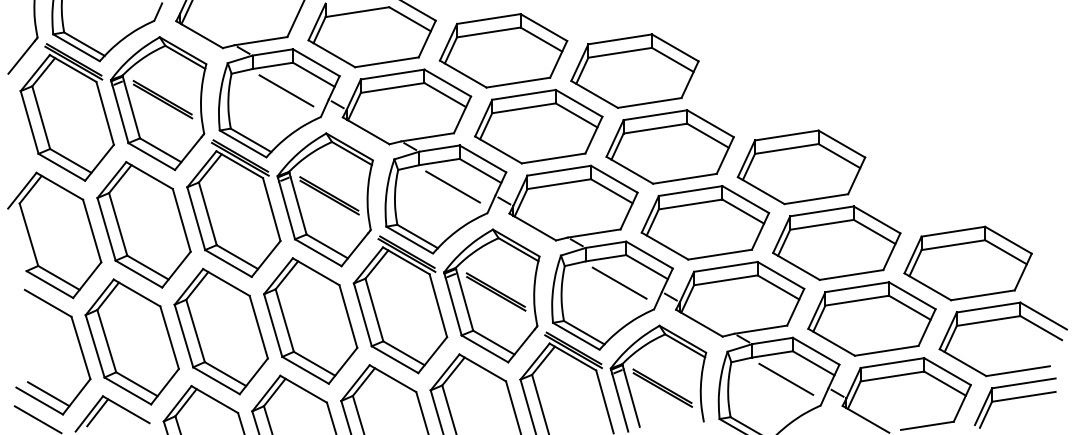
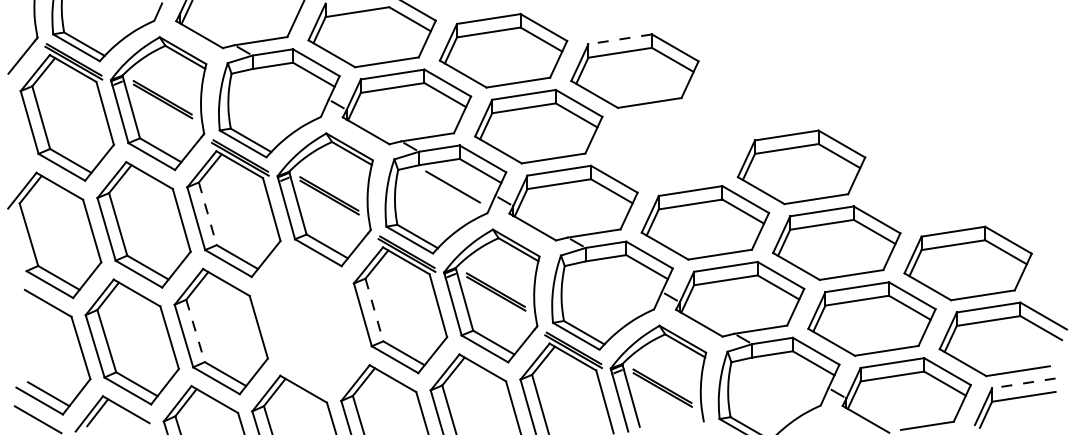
line at (619, 39): solid -> dashed
line at (286, 90): present -> none
part at (669, 146): present -> none
line at (207, 213): solid -> dashed
line at (619, 283): present -> none
line at (374, 310): solid -> dashed
part at (310, 320): present -> none
line at (195, 330): solid -> dashed
line at (785, 379): present -> none
line at (1023, 383): solid -> dashed
